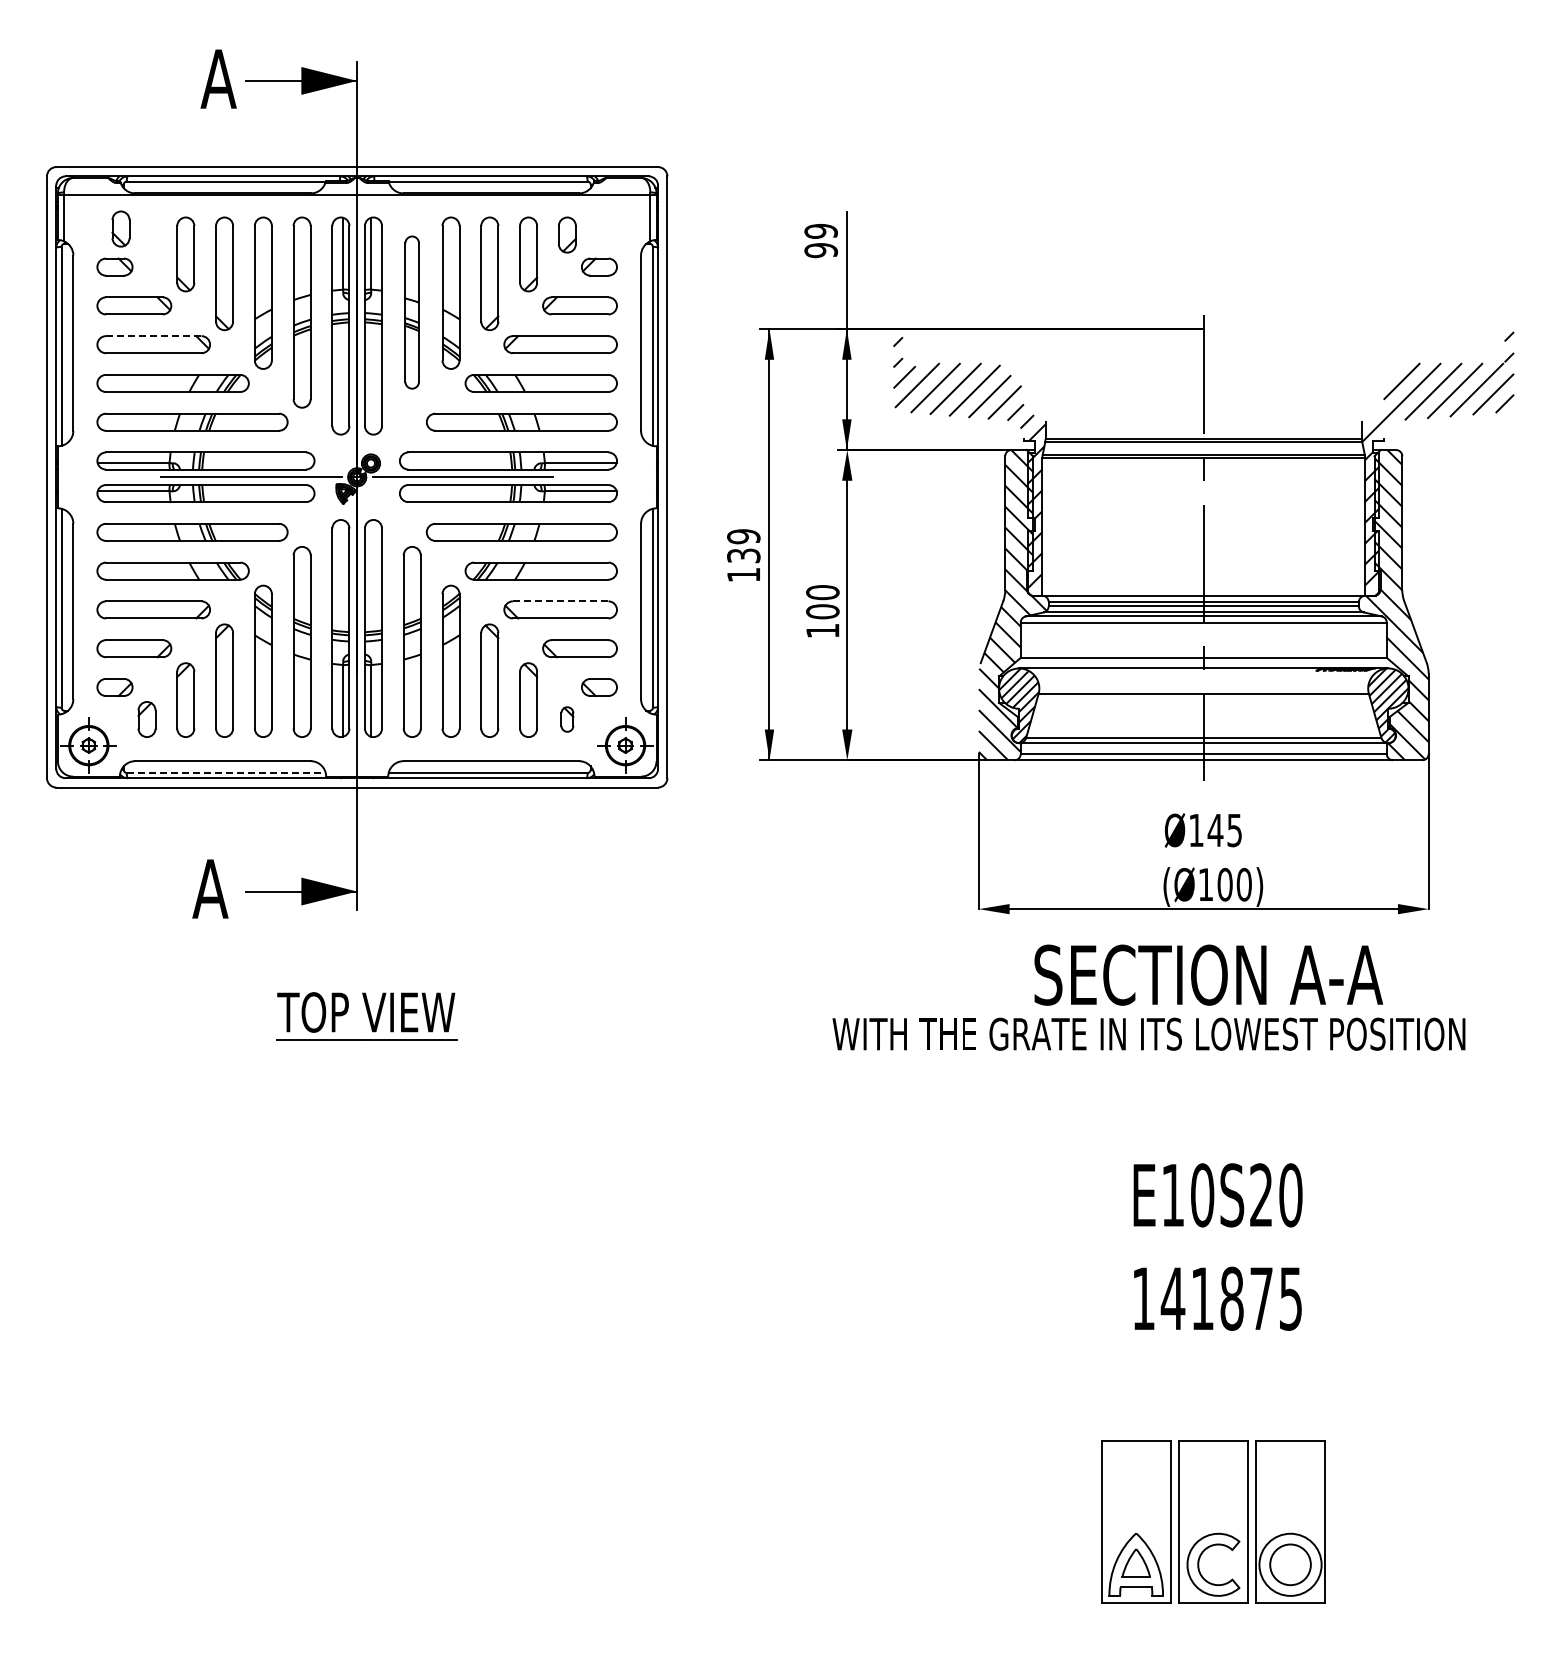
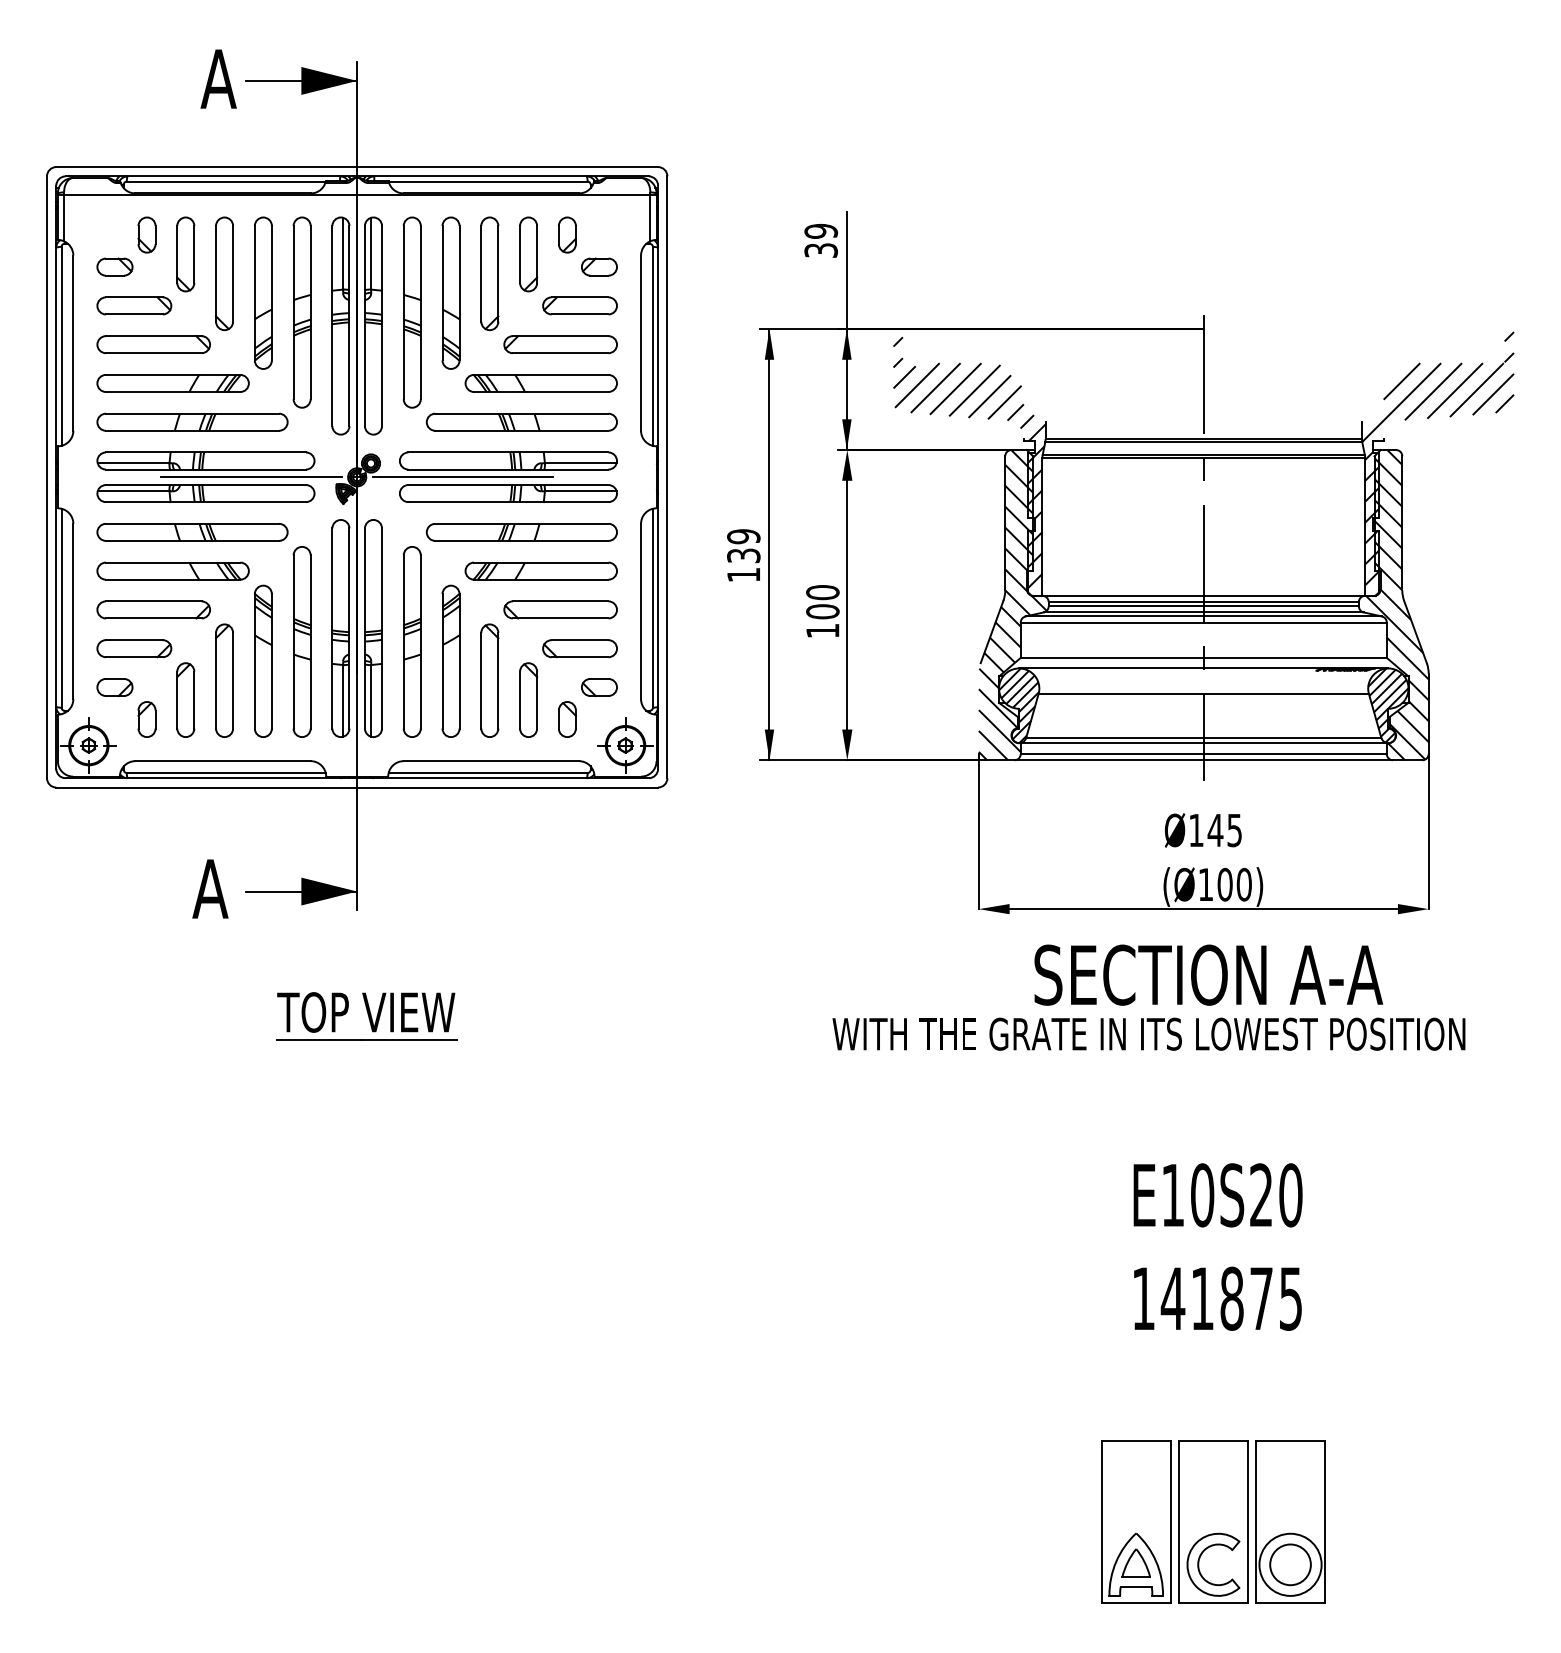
part at (120, 228) position: (120, 228) -> (146, 234)
text at (820, 250): 99 -> 39
part at (411, 312) size: 16x155 px -> 20x193 px
line at (153, 336): dashed -> solid
line at (560, 601): dashed -> solid
part at (567, 719) size: 15x27 px -> 19x37 px
line at (226, 773): dashed -> solid
